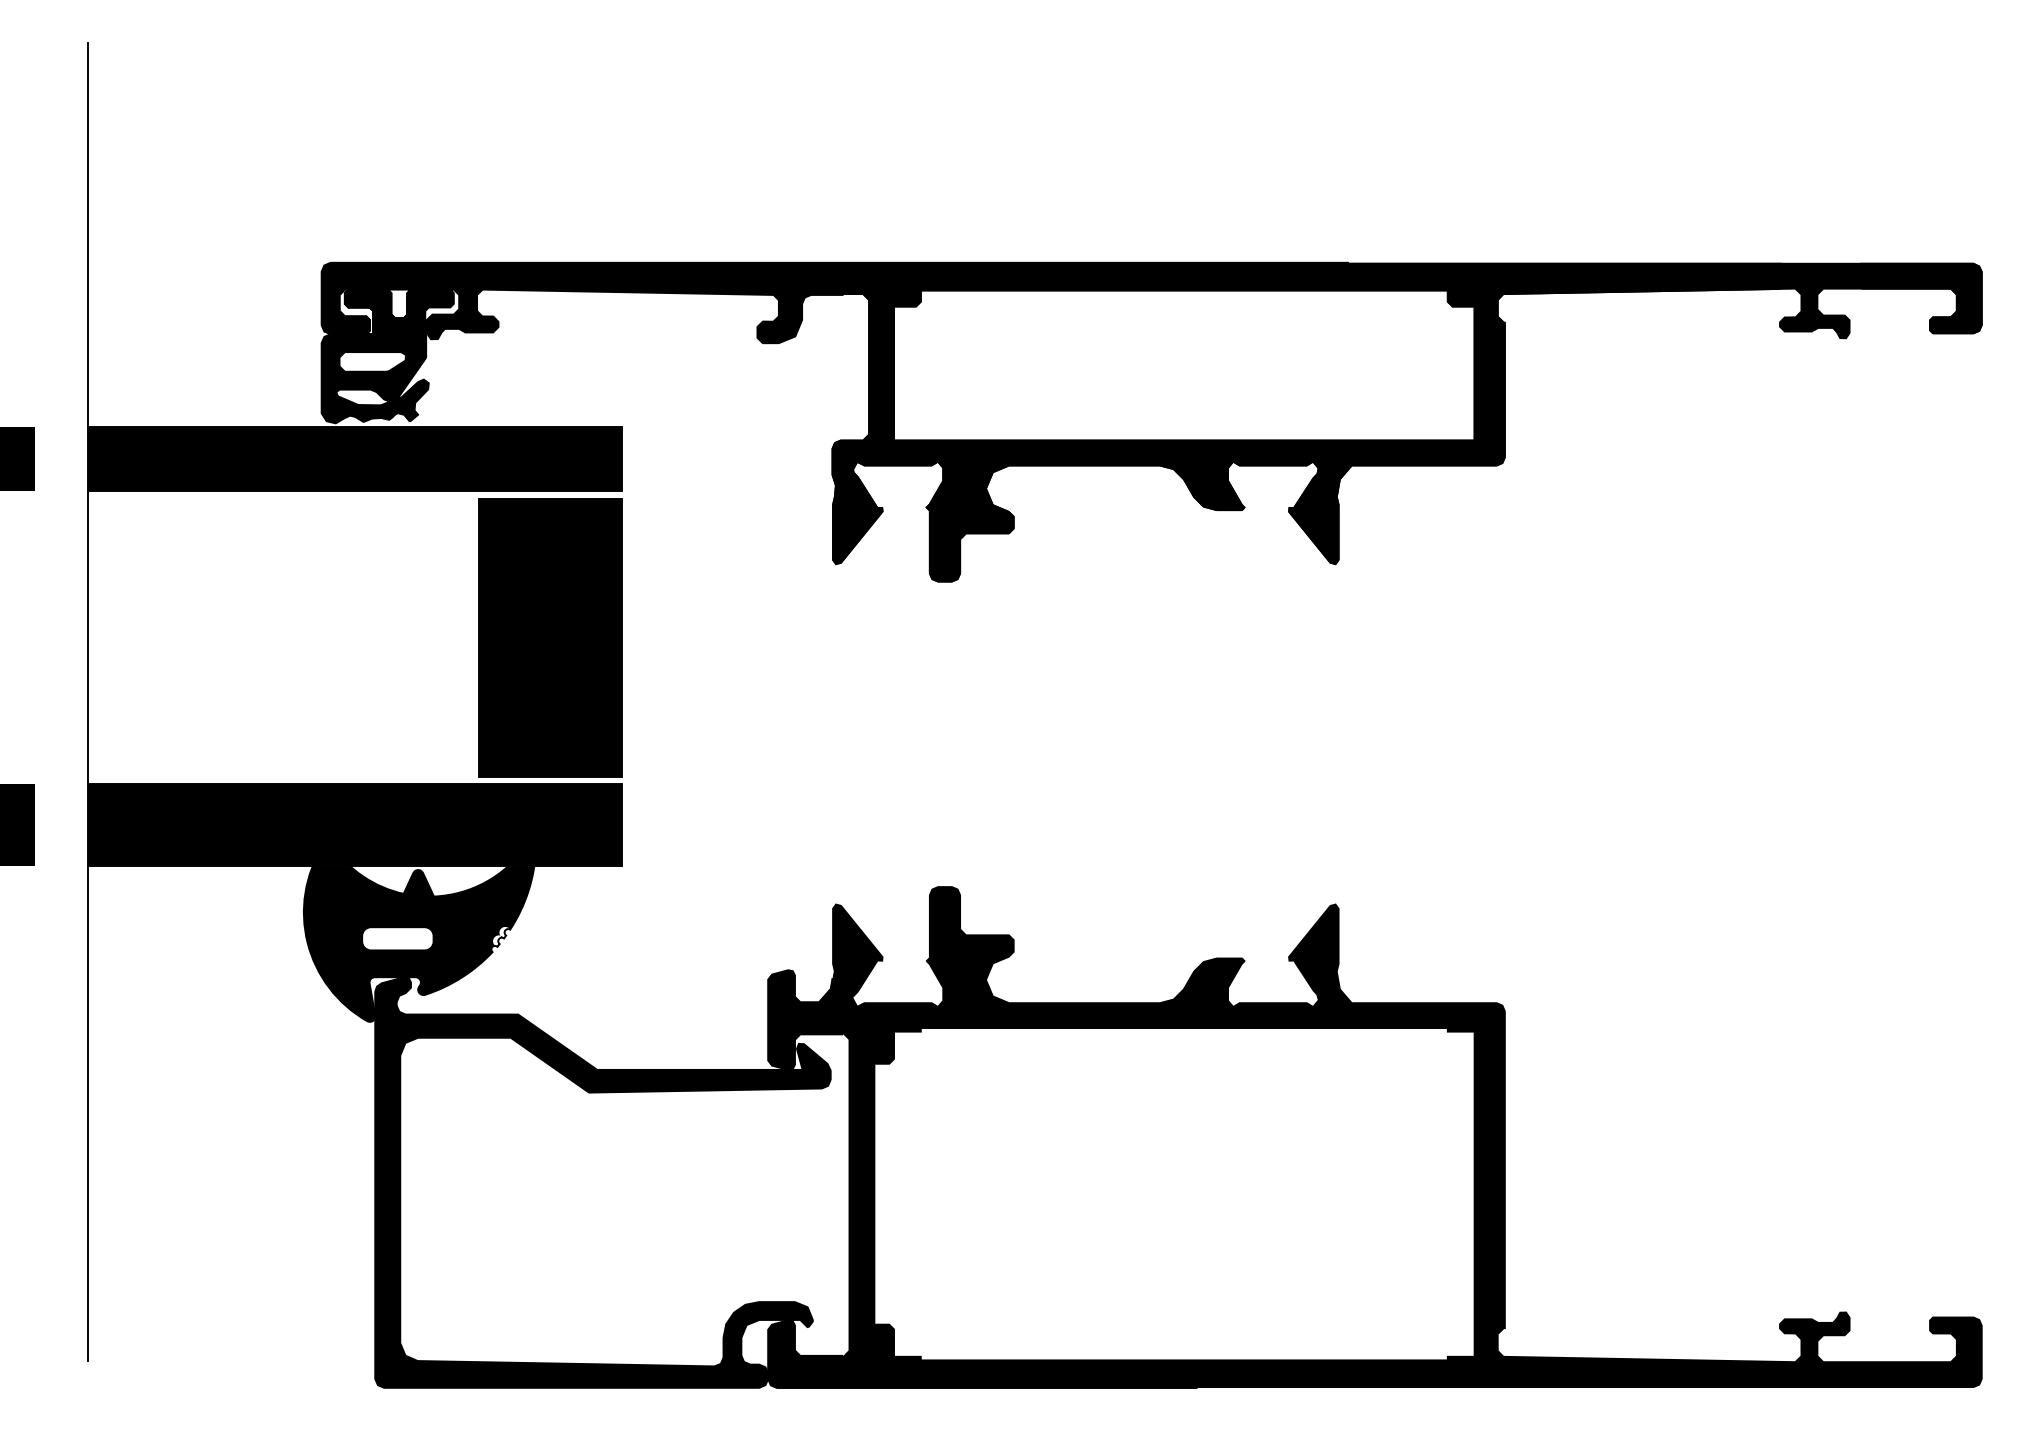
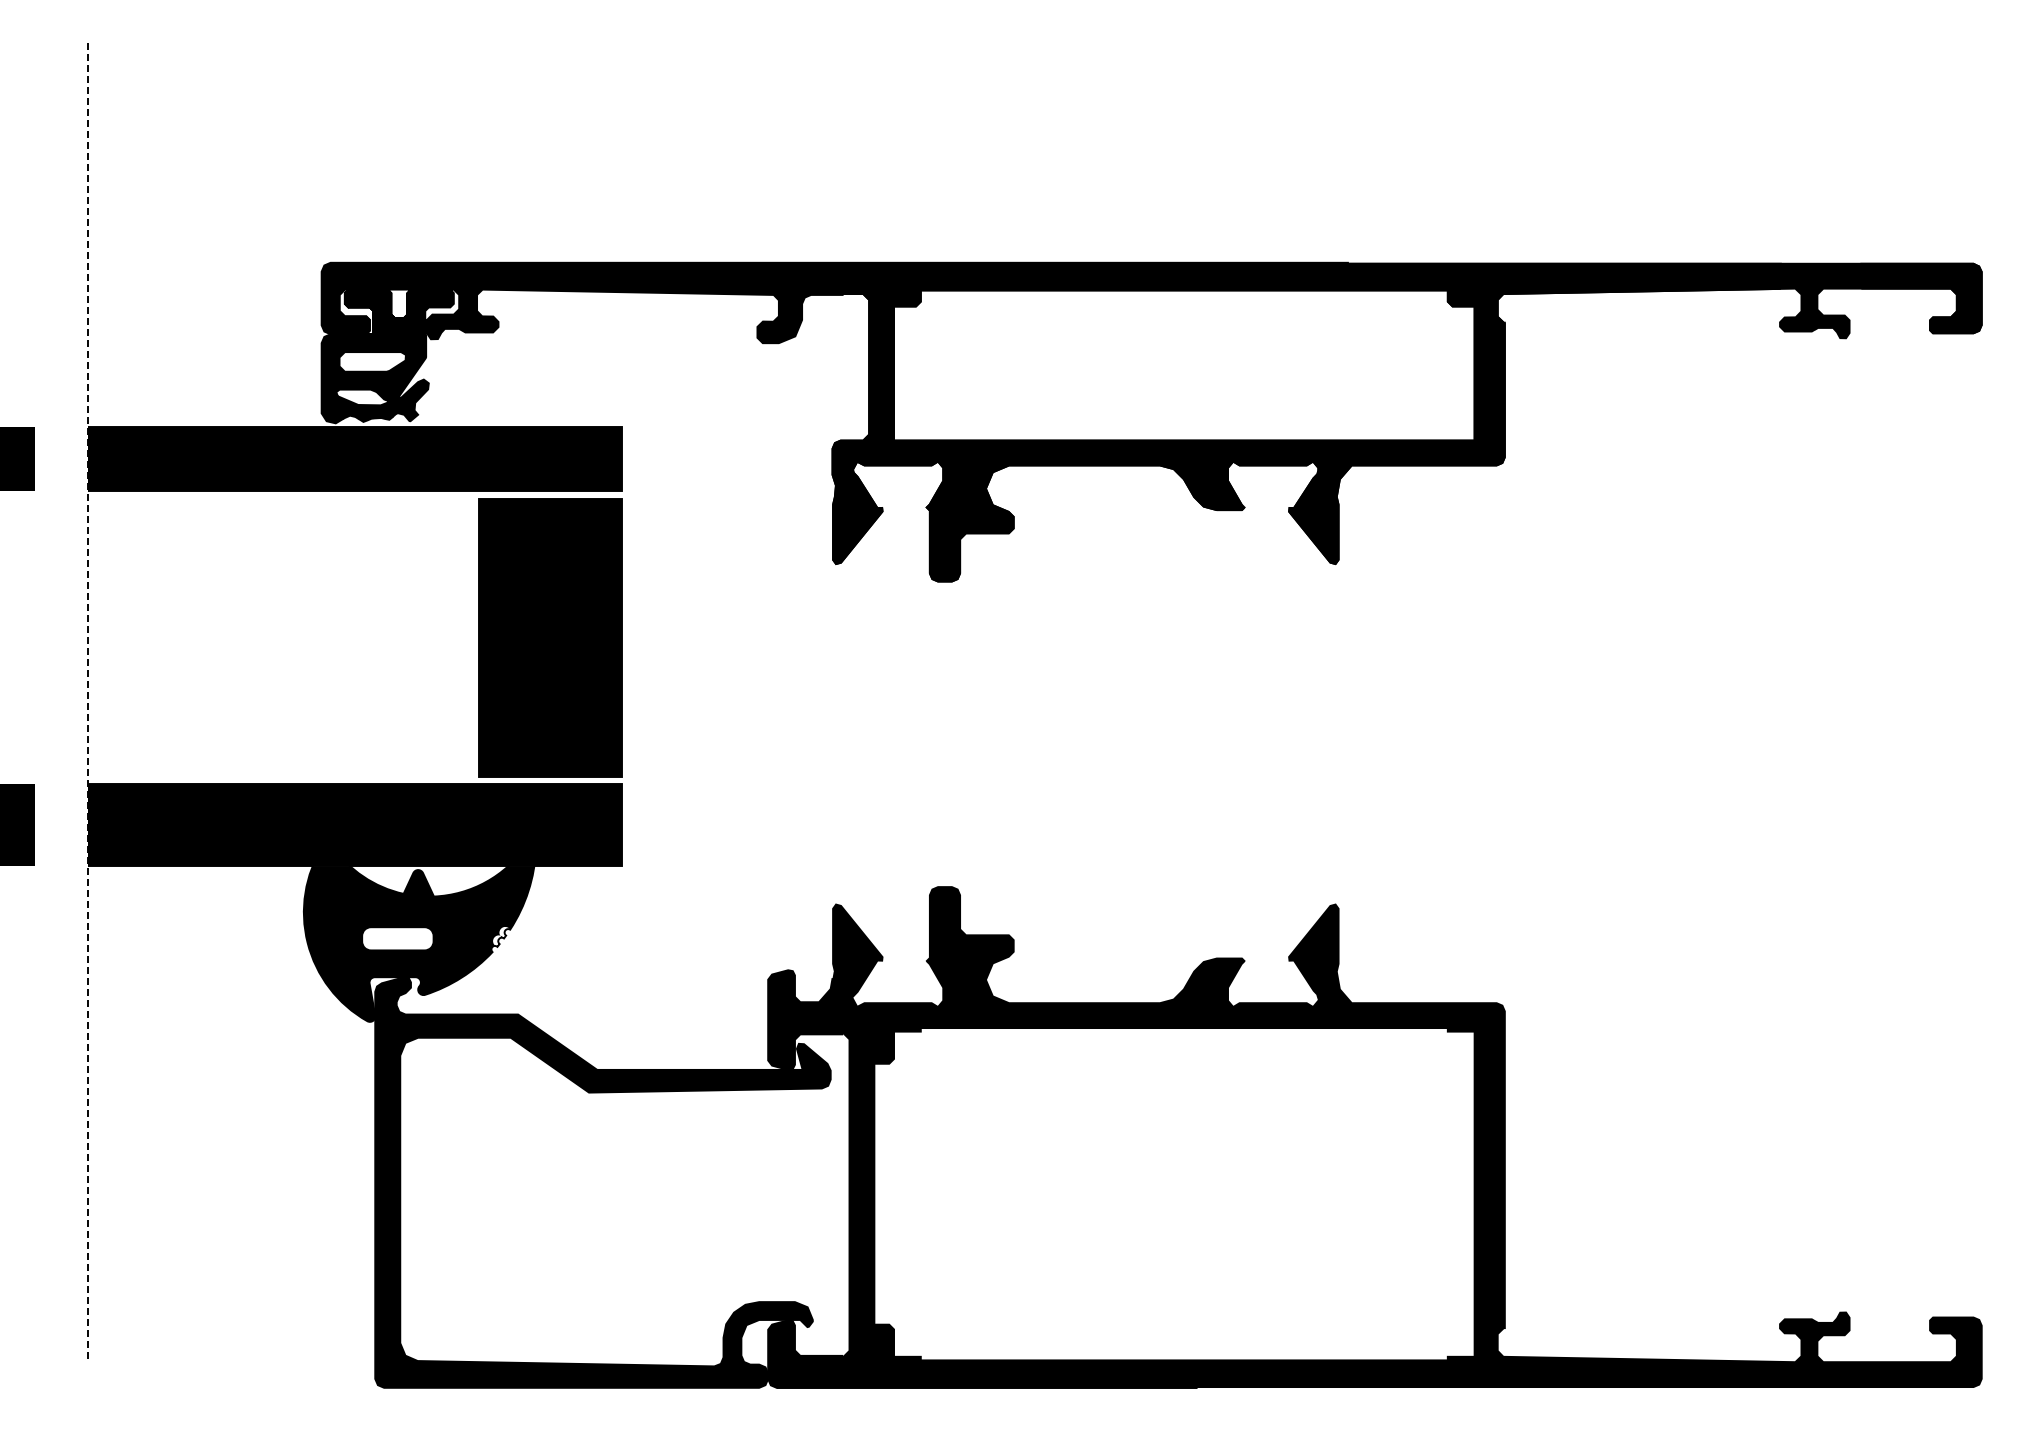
line at (87, 702): solid -> dashed
